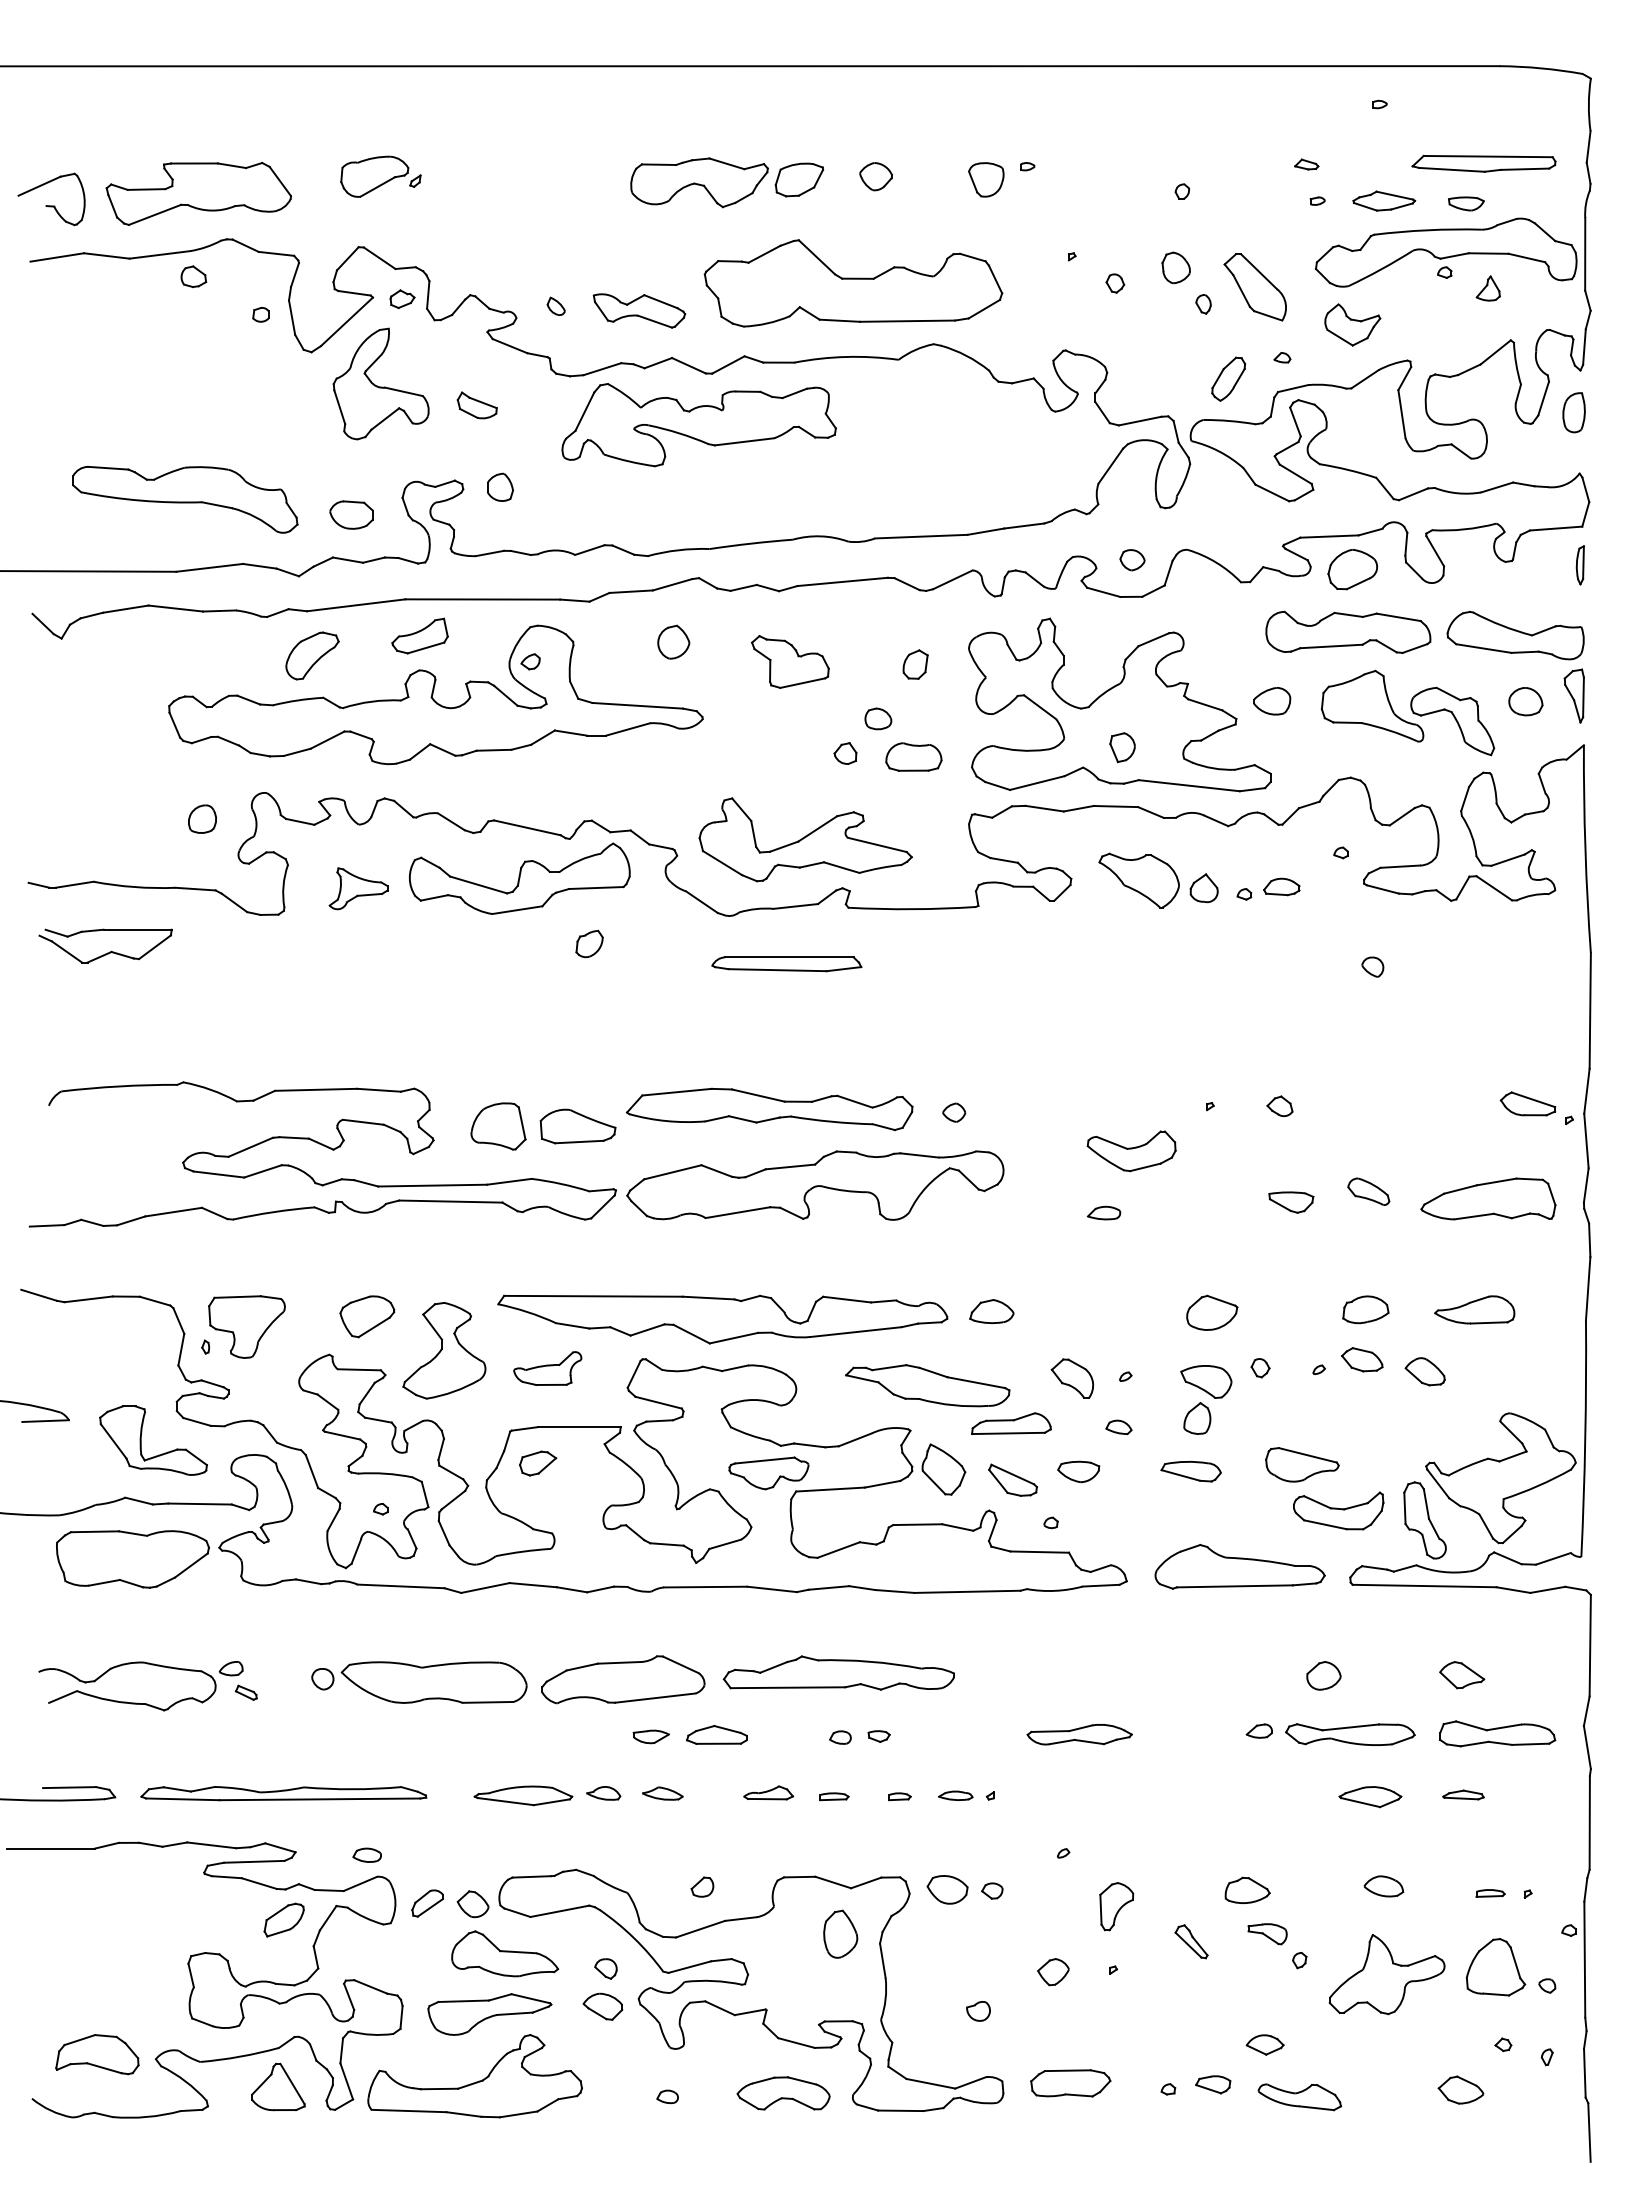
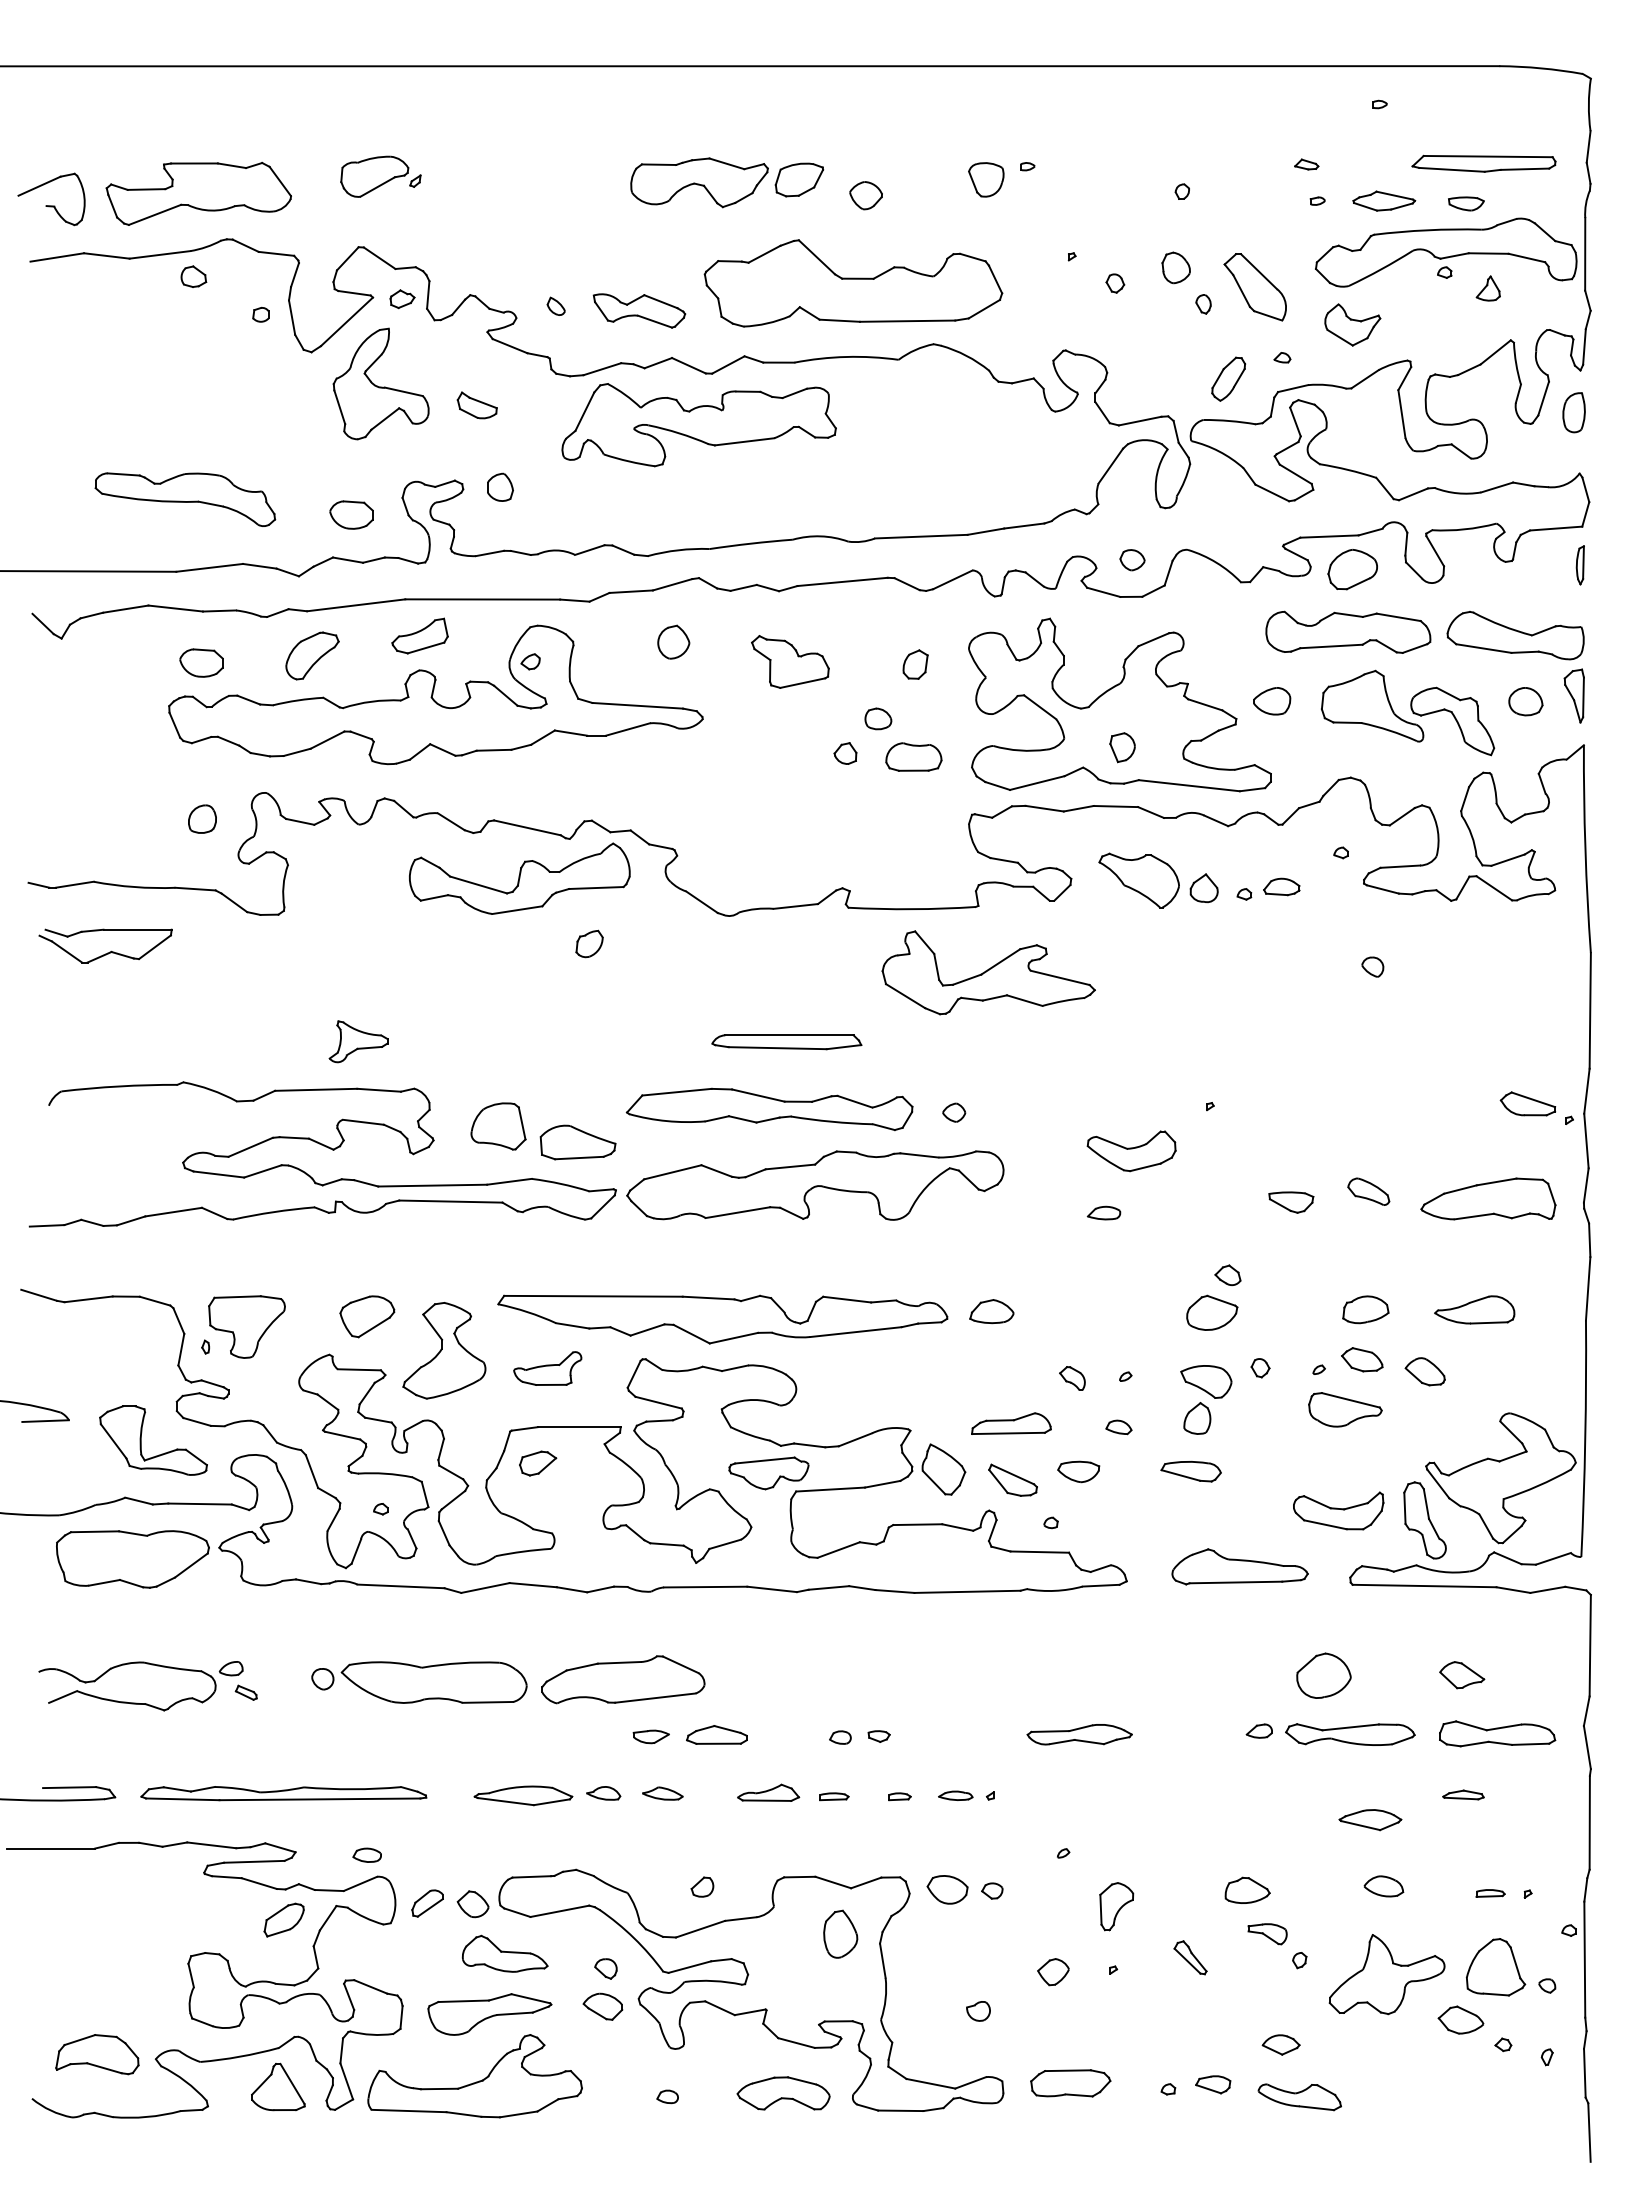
part at (875, 176) position: (875, 176) -> (865, 195)
part at (185, 499) size: 227x69 px -> 183x55 px
part at (201, 662): none -> present
part at (805, 839) position: (805, 839) -> (988, 972)
part at (358, 888) position: (358, 888) -> (358, 1041)
part at (786, 964) position: (786, 964) -> (786, 1042)
part at (1279, 1106) position: (1279, 1106) -> (1227, 1275)
part at (577, 1126) position: (577, 1126) -> (577, 1142)
part at (1072, 1378) size: 45x41 px -> 27x25 px
part at (927, 1385): present -> none
part at (1302, 1464) position: (1302, 1464) -> (1345, 1409)
part at (1239, 1566) size: 172x46 px -> 138x38 px
part at (838, 1672): present -> none
part at (1323, 1675) size: 36x30 px -> 56x47 px
part at (768, 1792) size: 52x16 px -> 64x19 px
part at (1370, 1797) position: (1370, 1797) -> (1370, 1820)
part at (1191, 1941) position: (1191, 1941) -> (1190, 1957)
part at (505, 1953) size: 109x48 px -> 88x39 px
part at (1264, 2044) position: (1264, 2044) -> (1280, 2044)
part at (1460, 2089) position: (1460, 2089) -> (1460, 2019)
